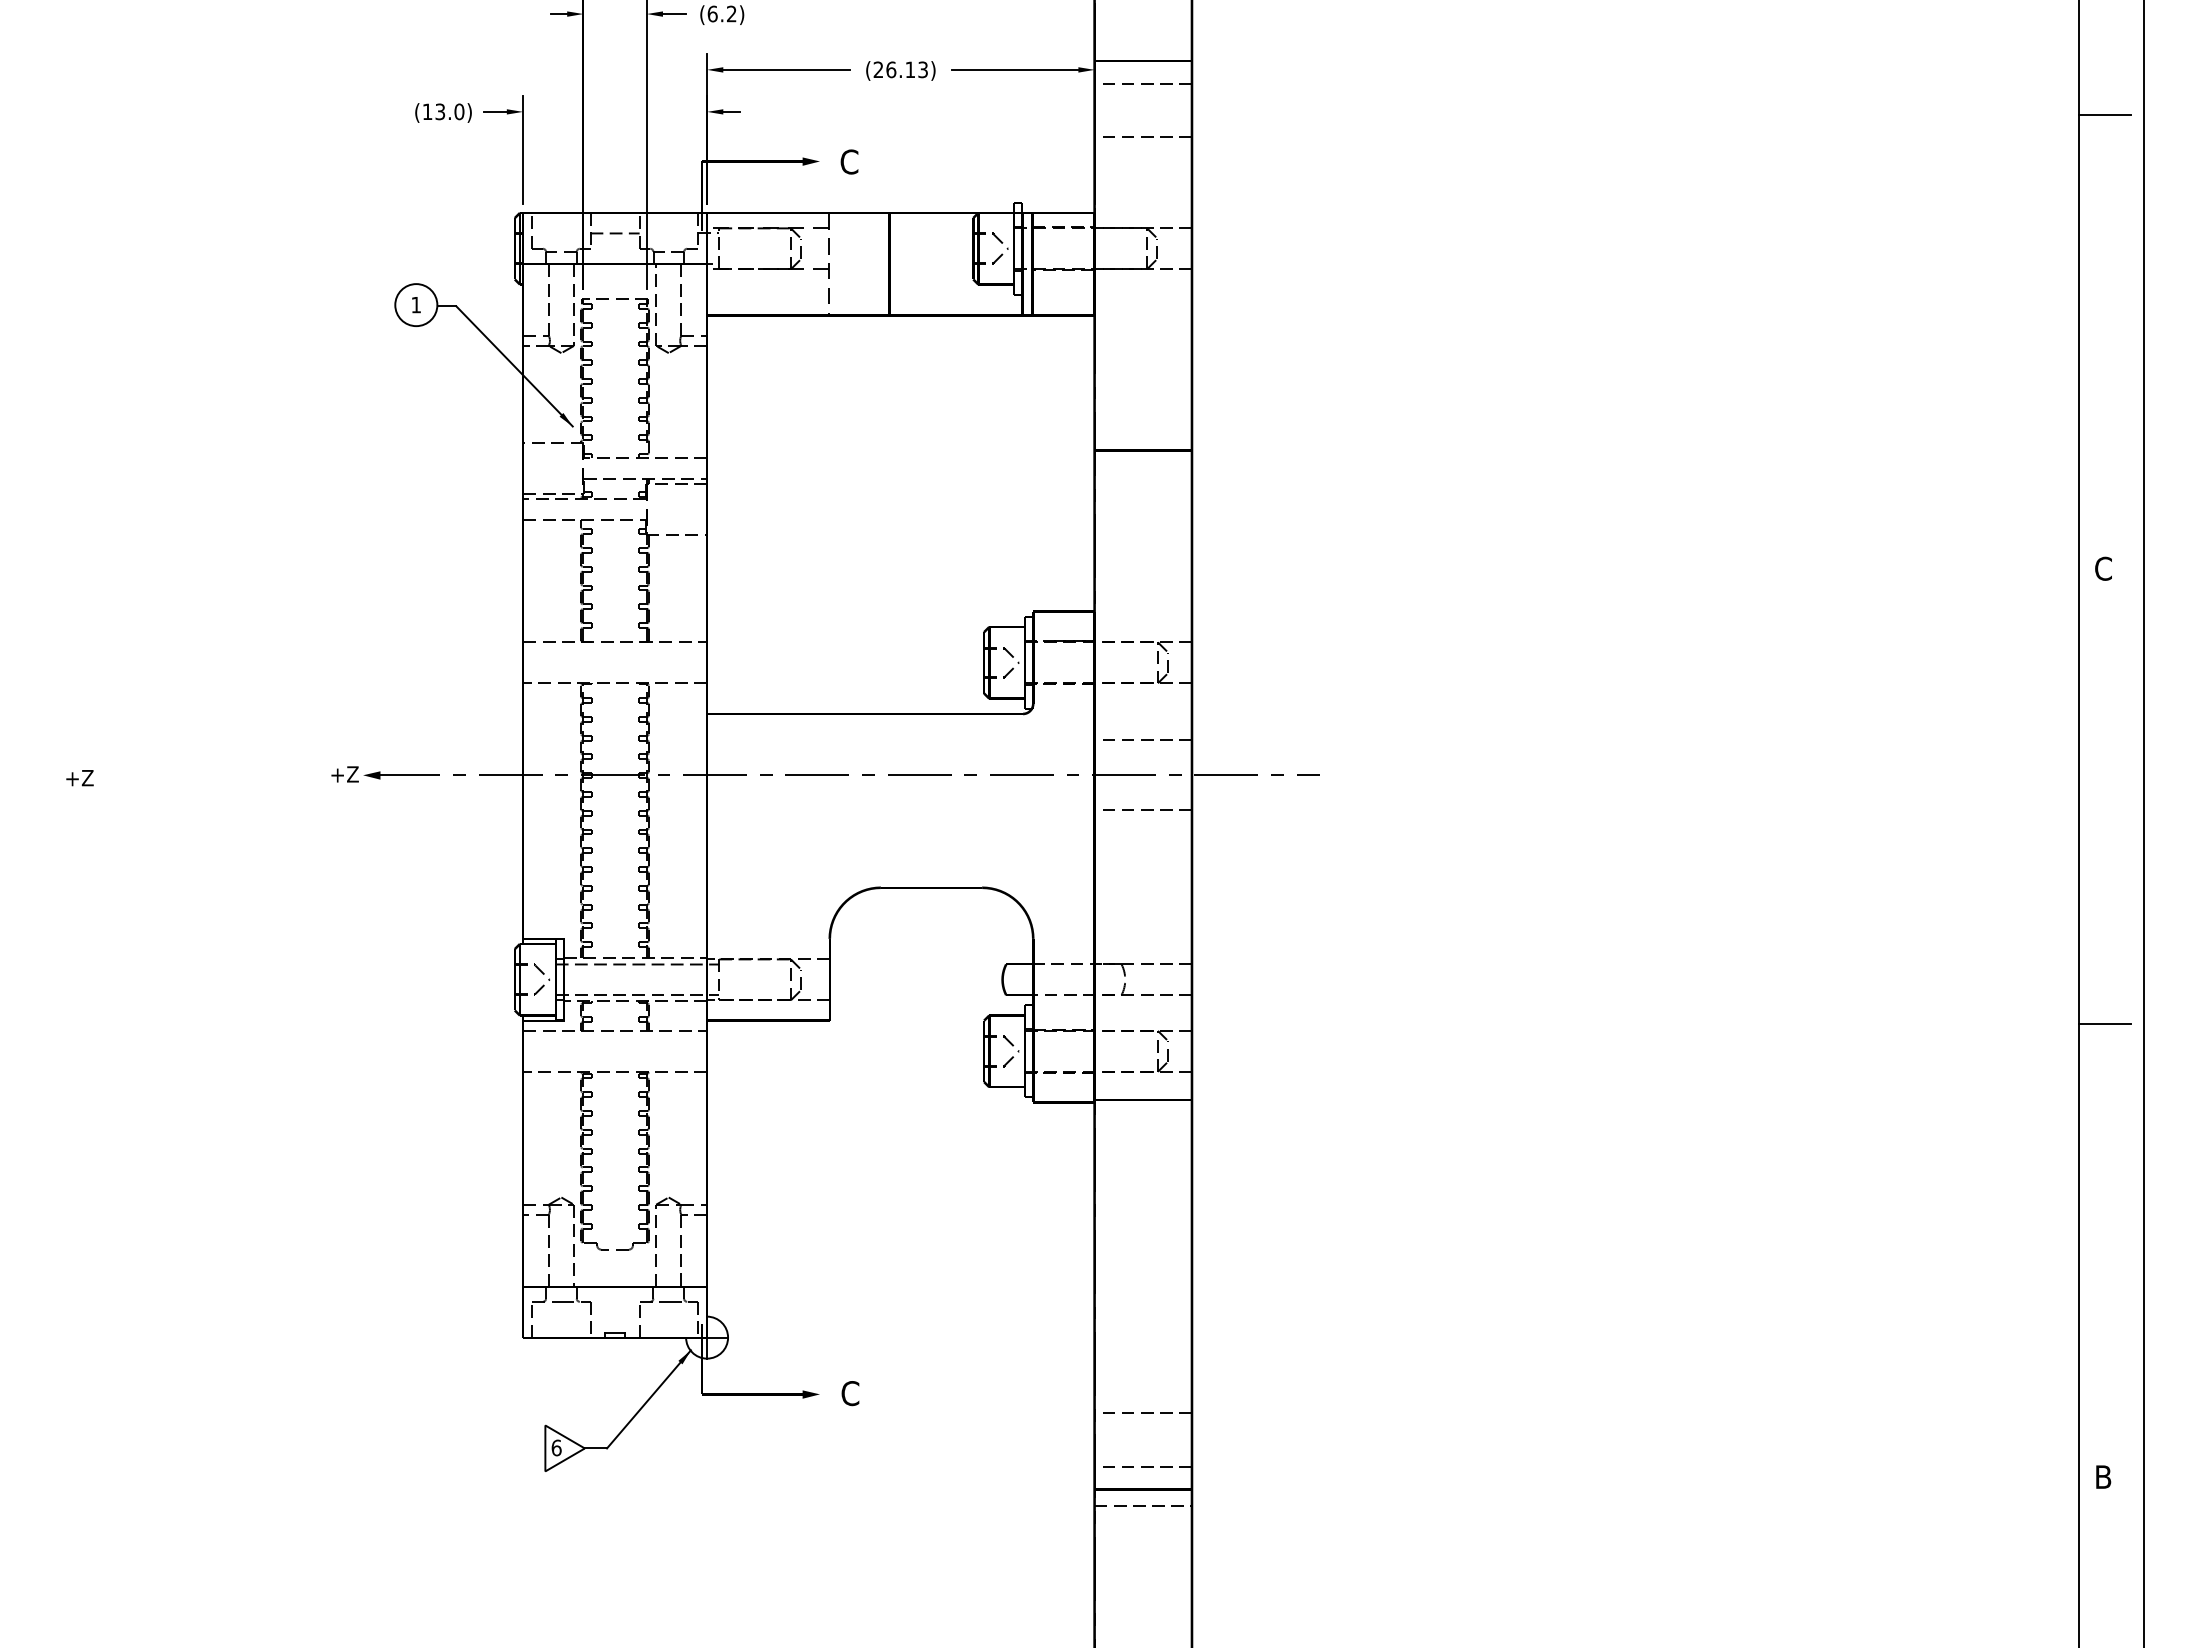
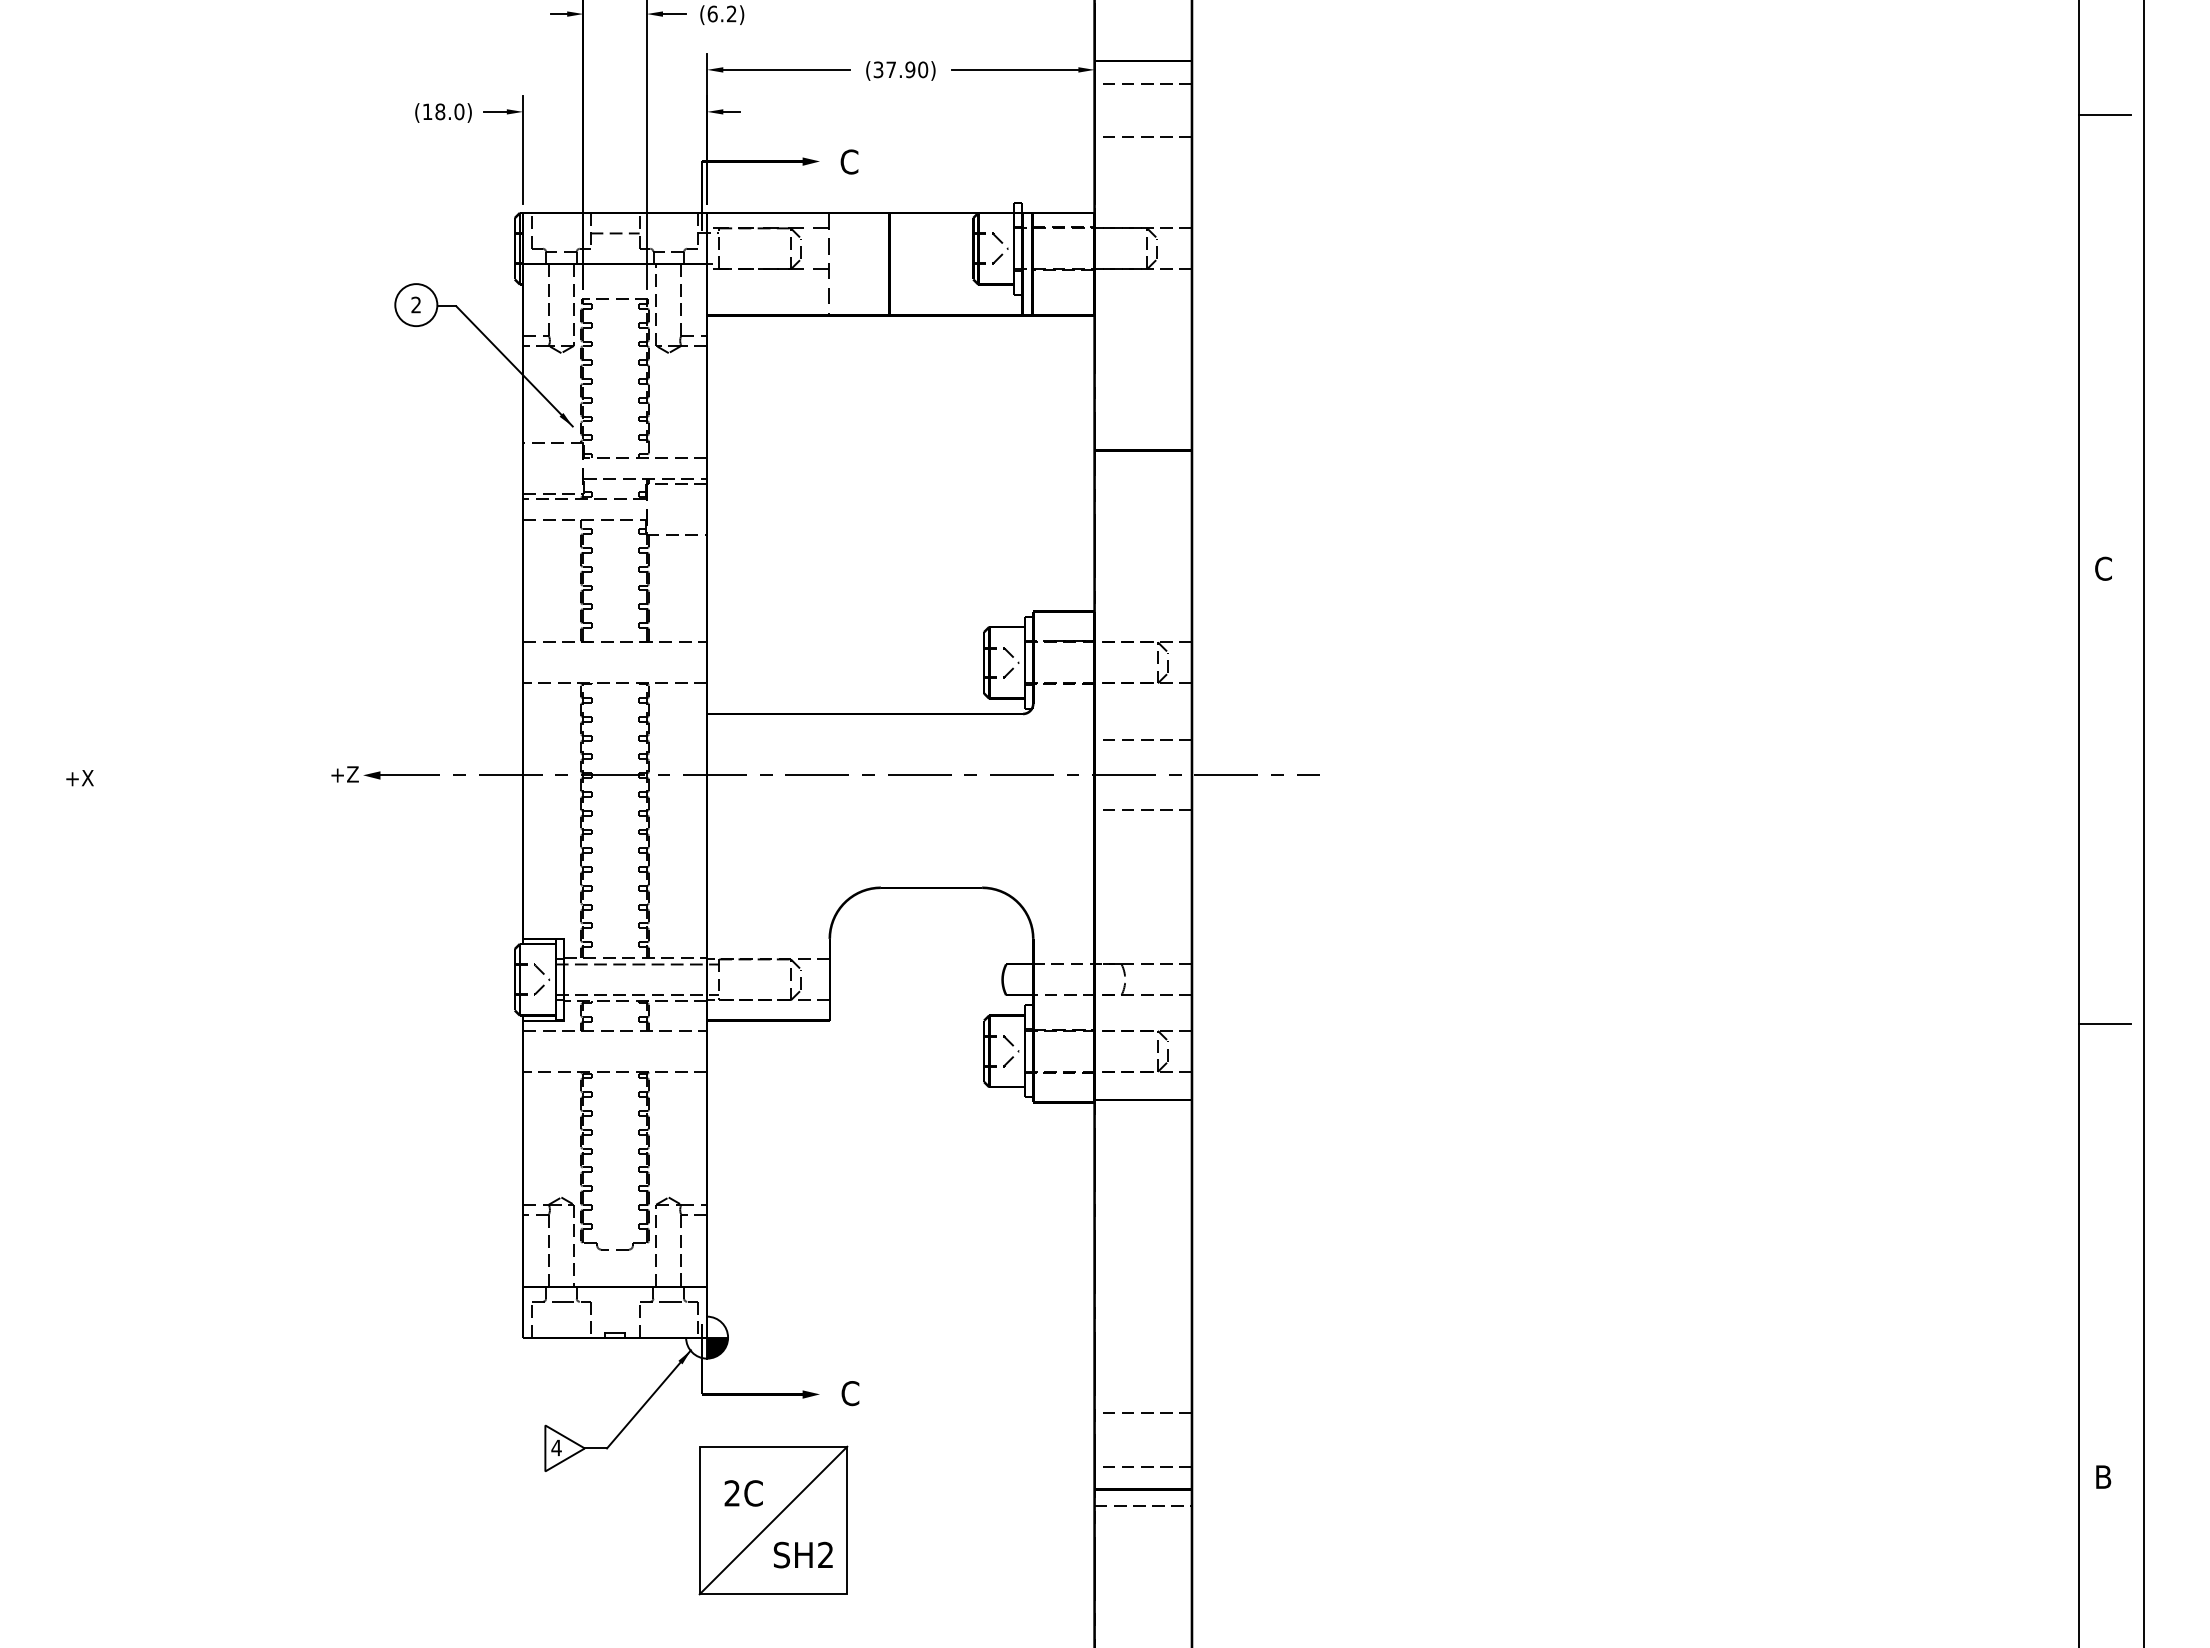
text at (900, 69): (26.13) -> (37.90)
text at (440, 111): (13.0) -> (18.0)
text at (415, 304): 1 -> 2
text at (87, 778): +Z -> +X
fill at (717, 1347): none -> present
text at (556, 1447): 6 -> 4
part at (773, 1520): none -> present
